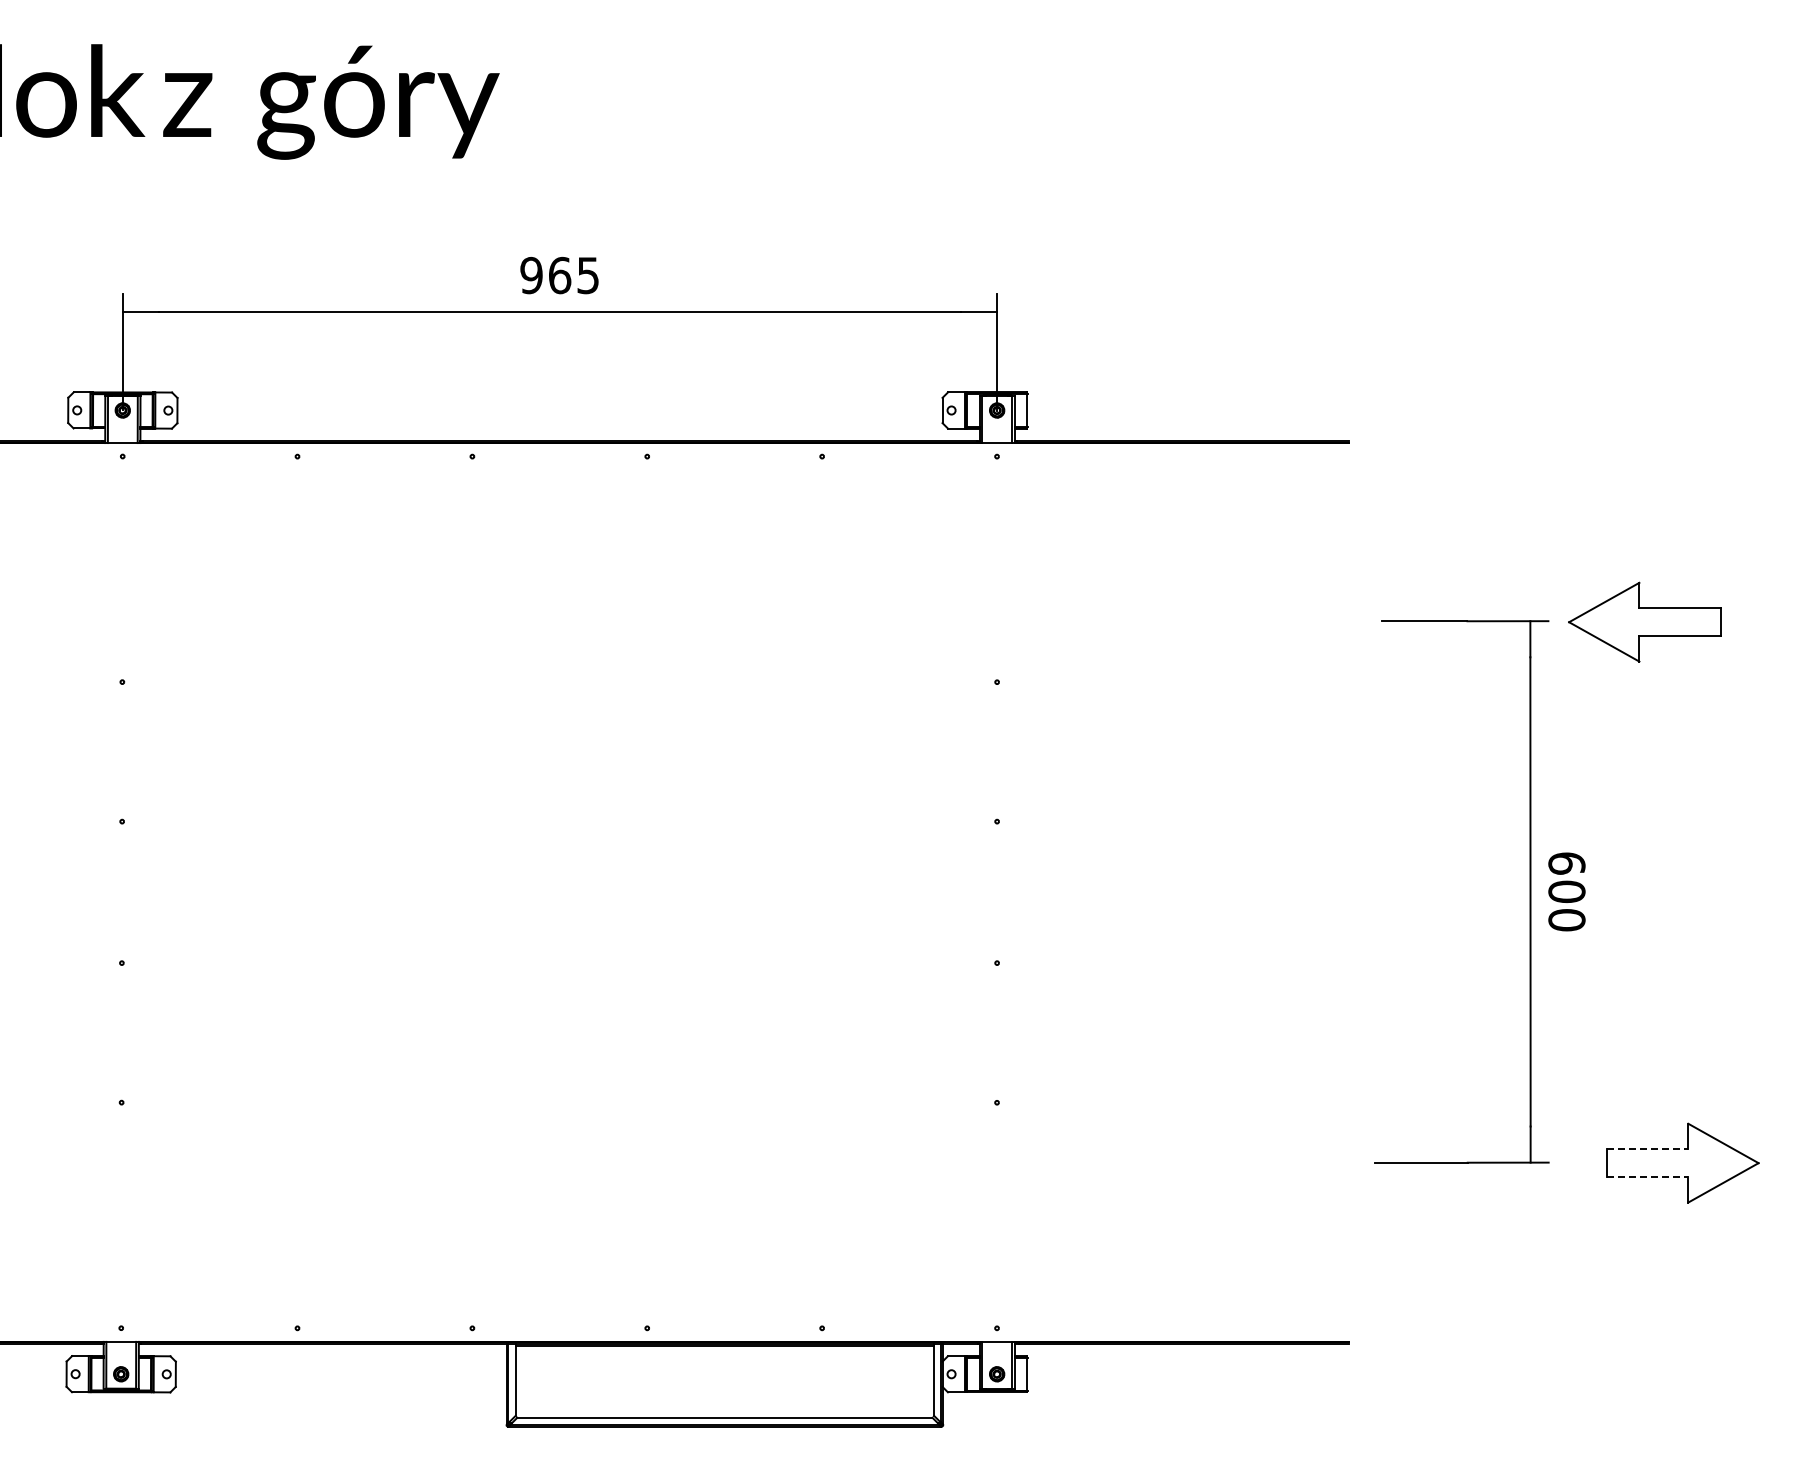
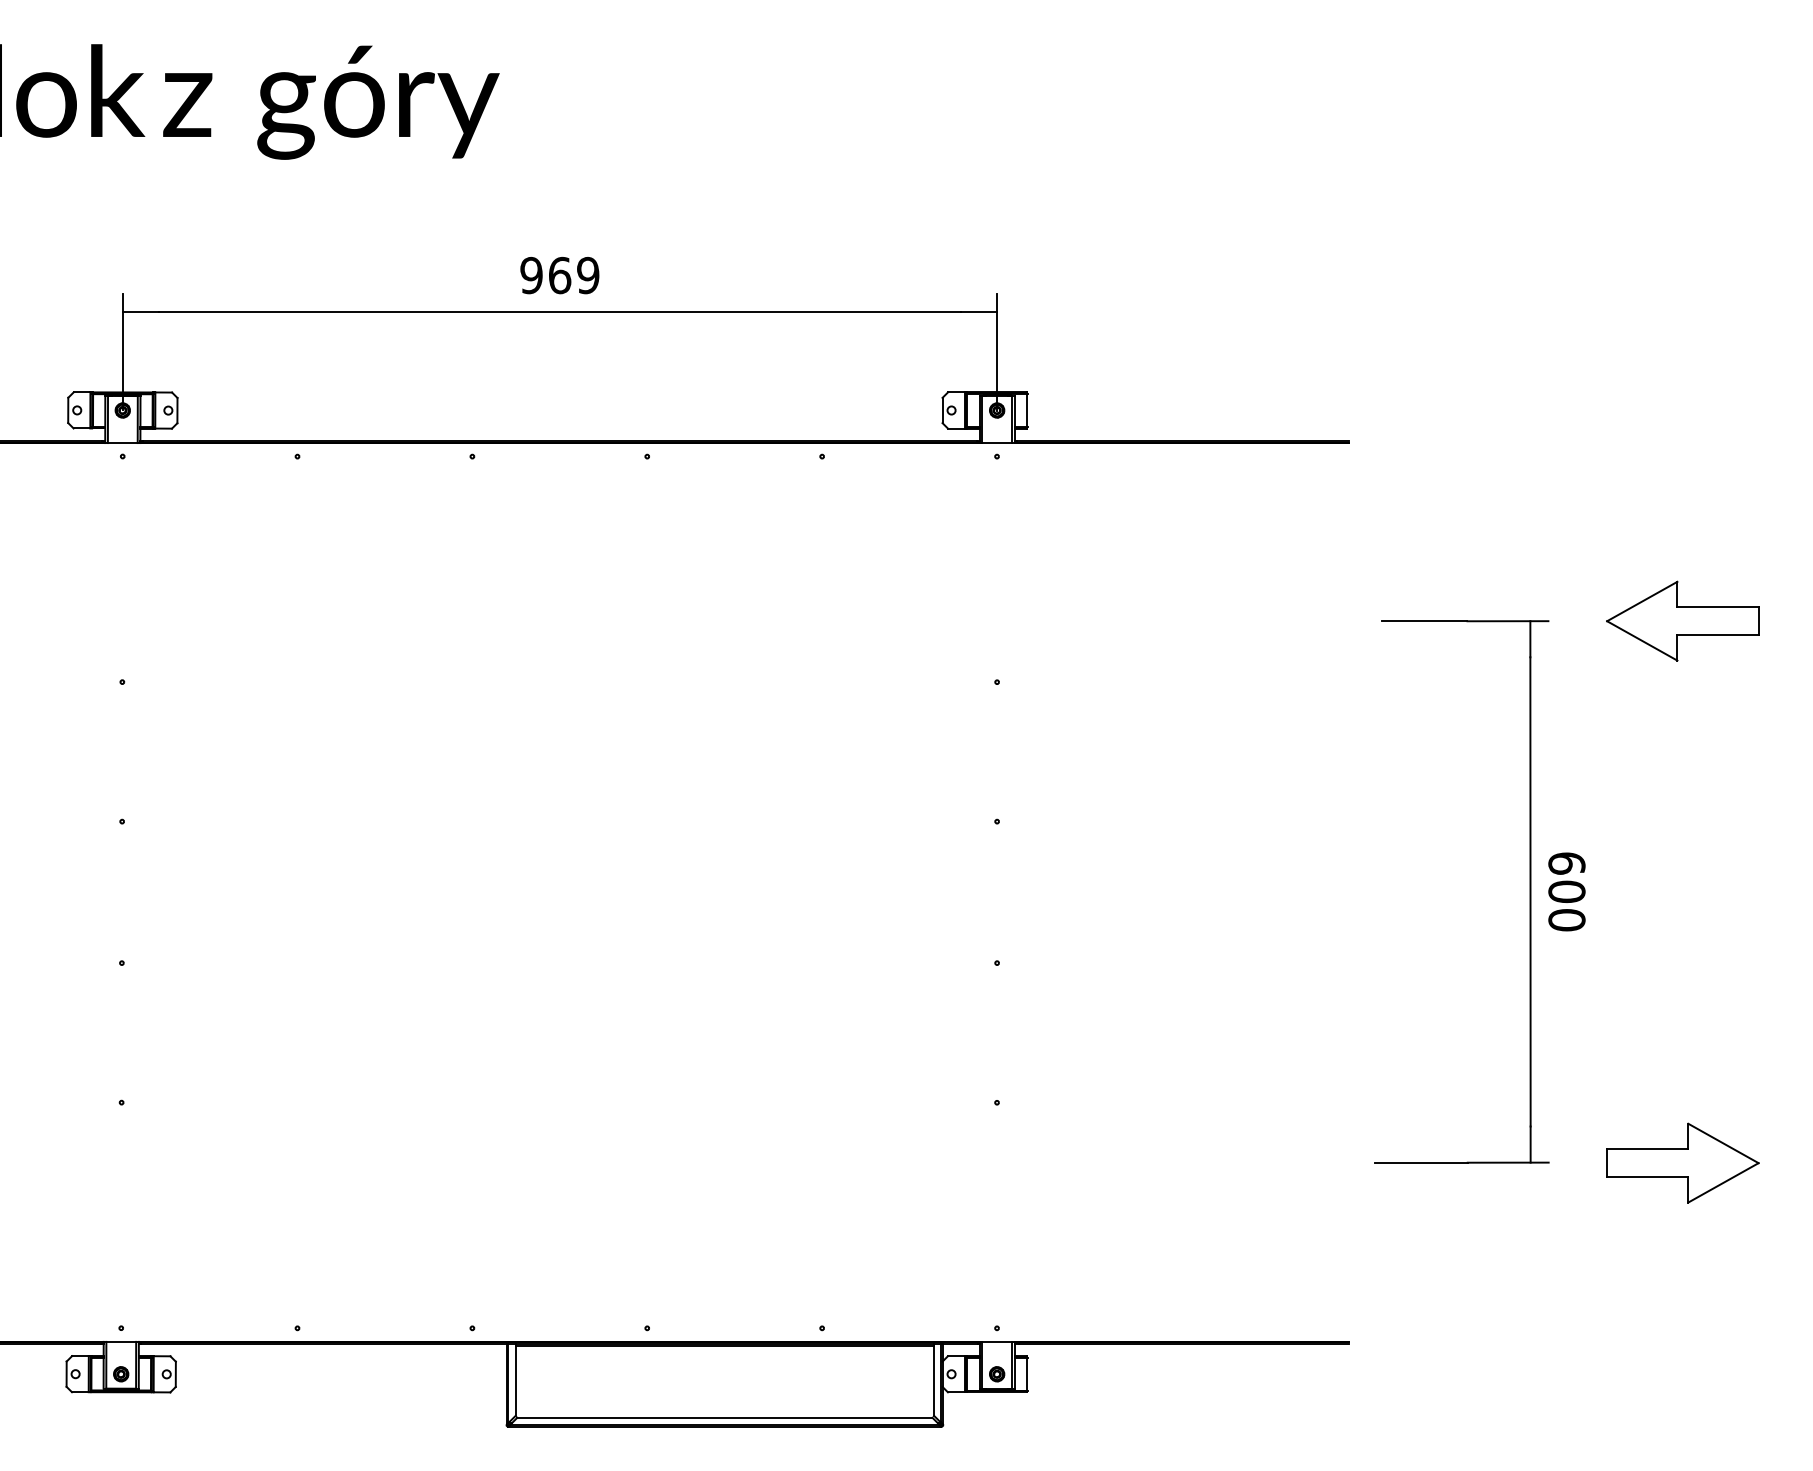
text at (588, 275): 965 -> 969
part at (1644, 621) position: (1644, 621) -> (1682, 620)
line at (1647, 1149): dashed -> solid
line at (1647, 1177): dashed -> solid
